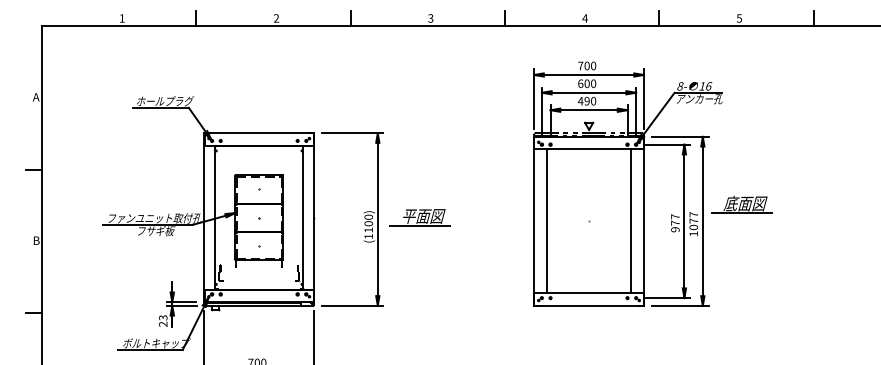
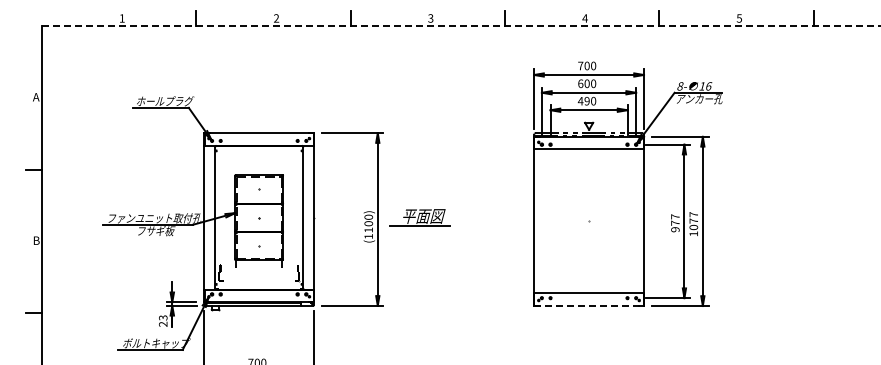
line at (461, 26): solid -> dashed
part at (741, 204): present -> none
line at (547, 221): present -> none
line at (630, 221): present -> none
line at (589, 306): solid -> dashed
